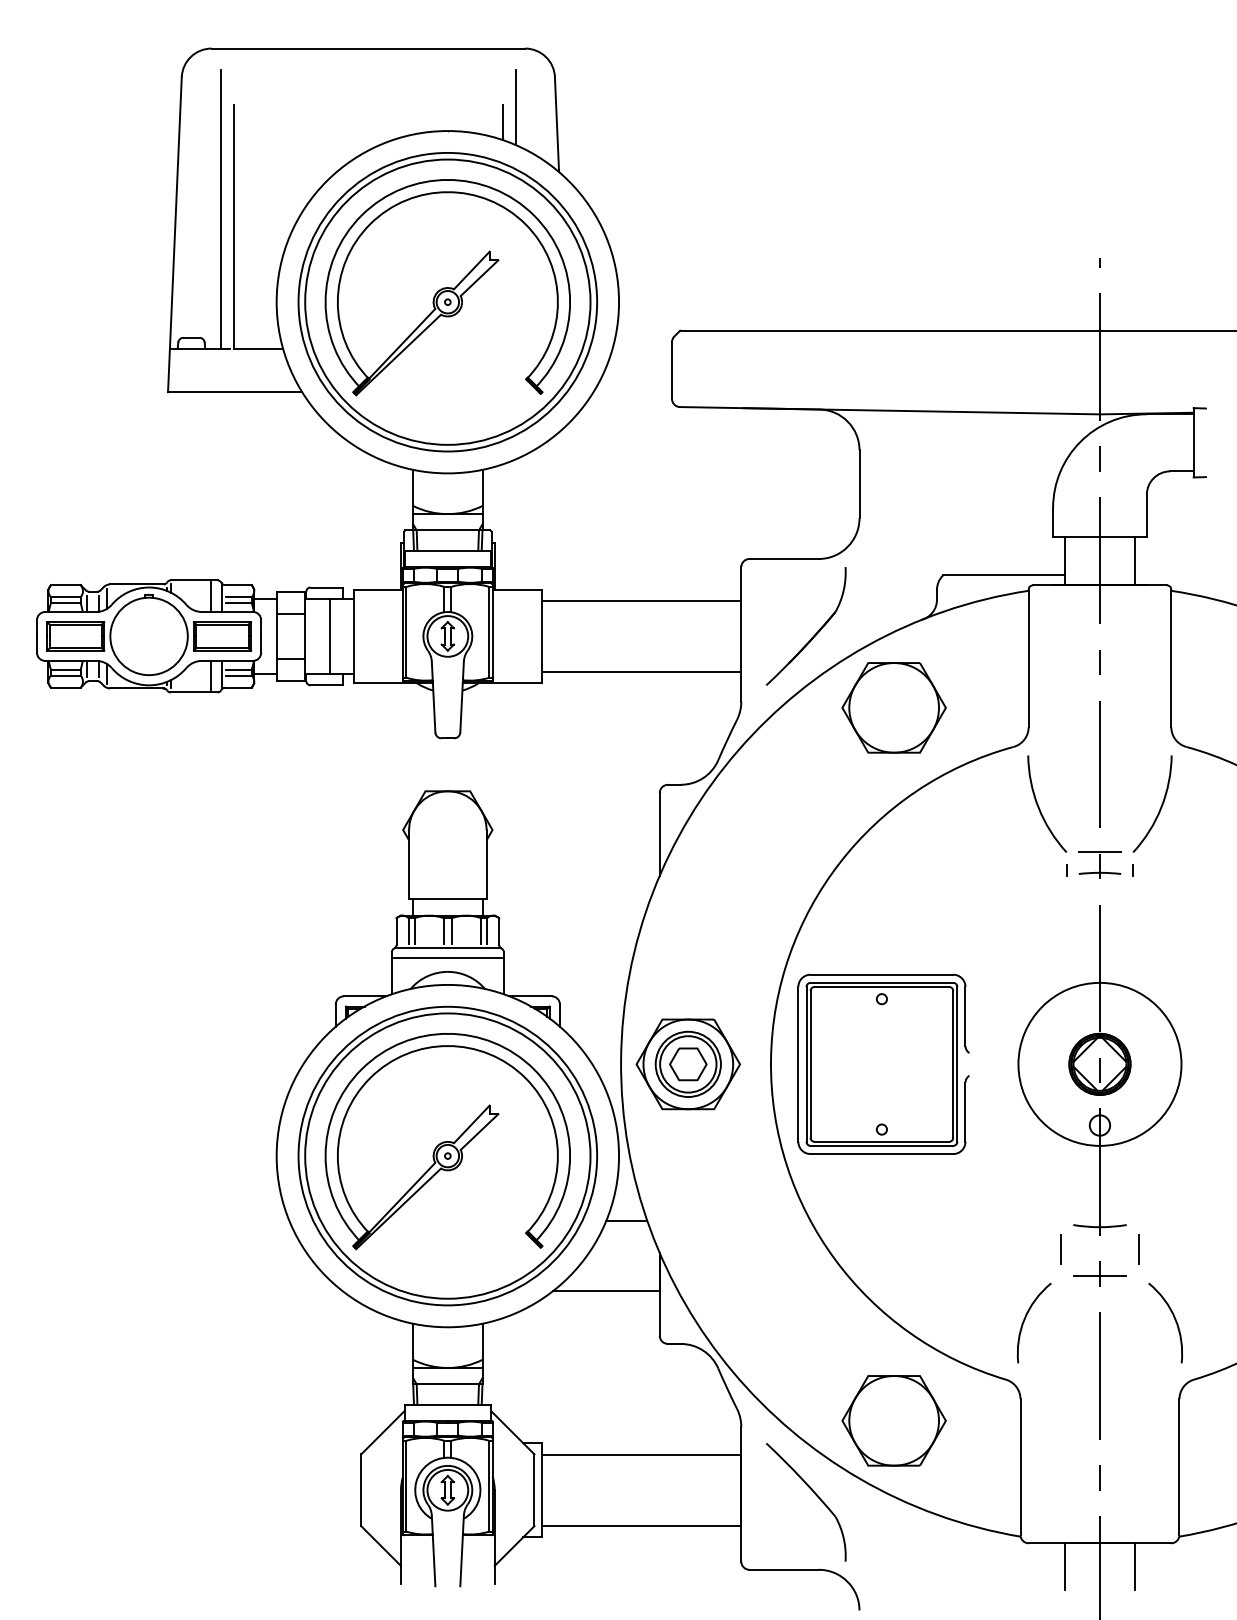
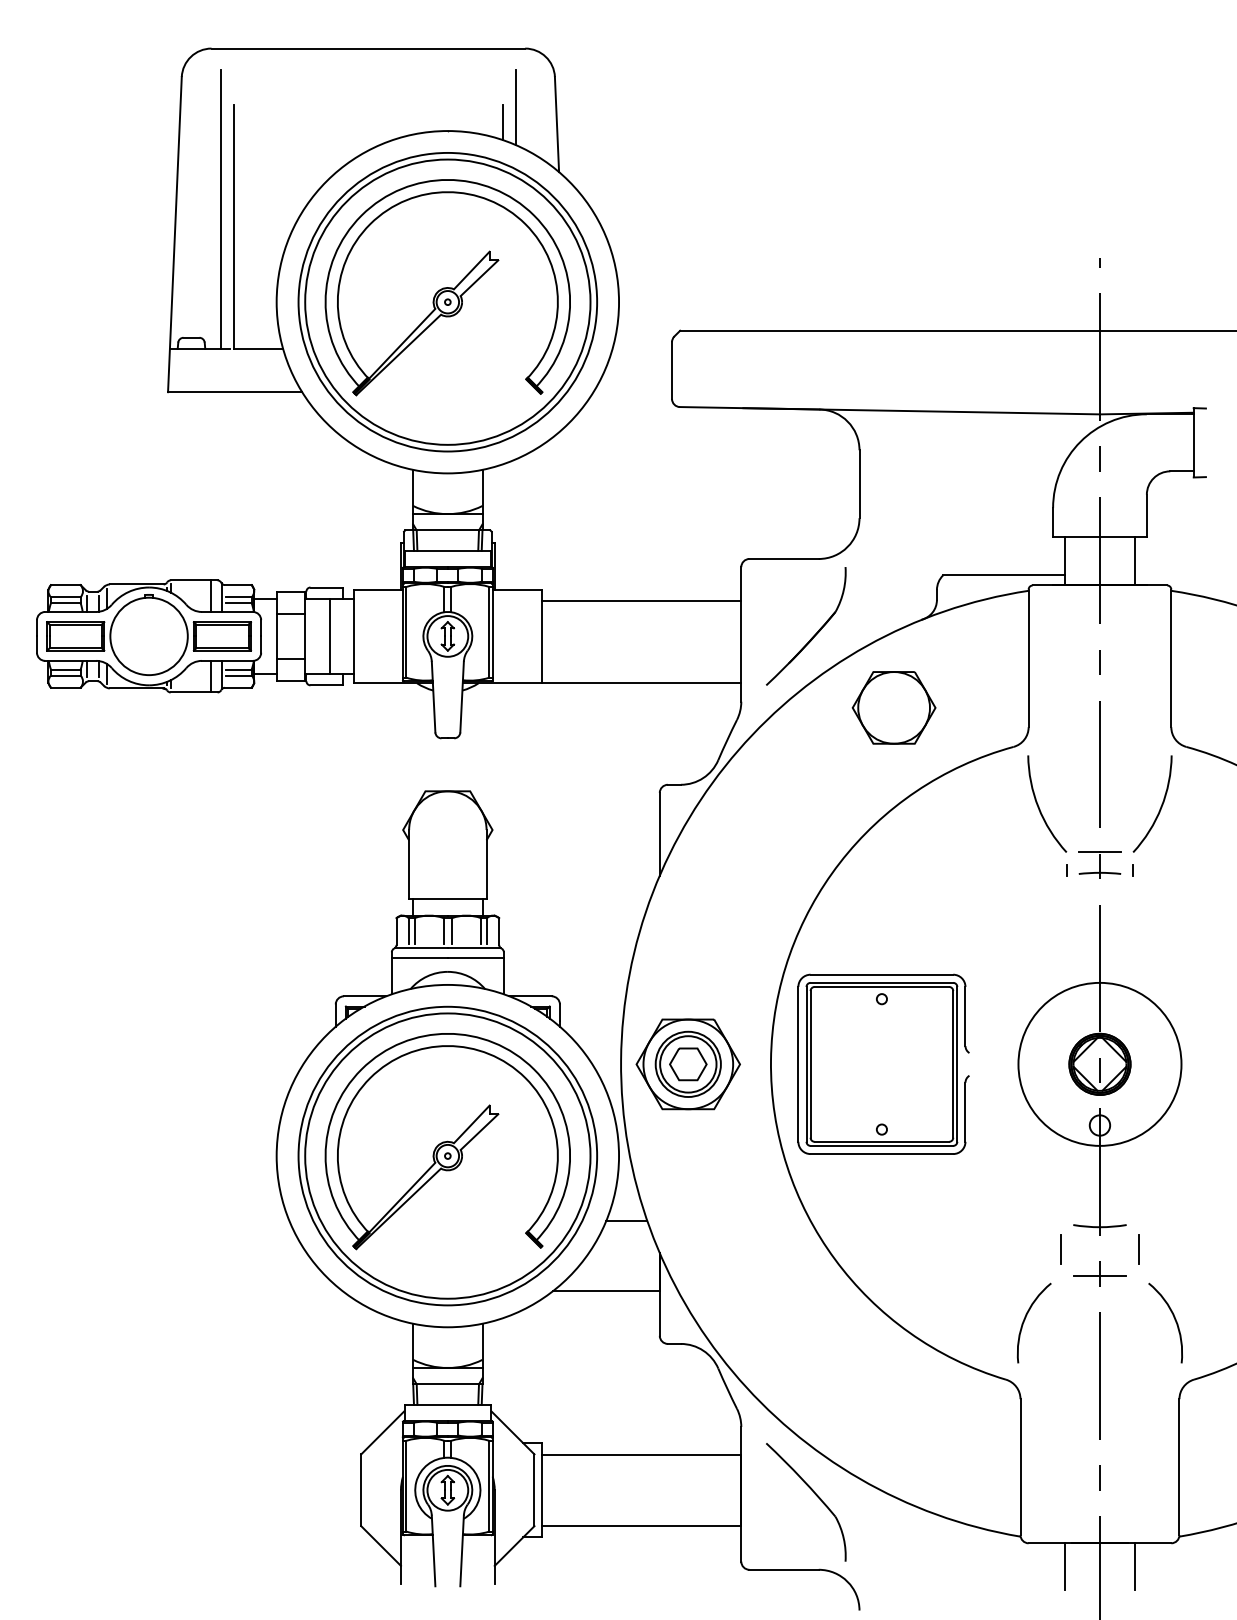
line at (641, 671) position: (641, 671) -> (641, 682)
part at (893, 707) size: 106x92 px -> 86x74 px
part at (893, 1420): present -> none
